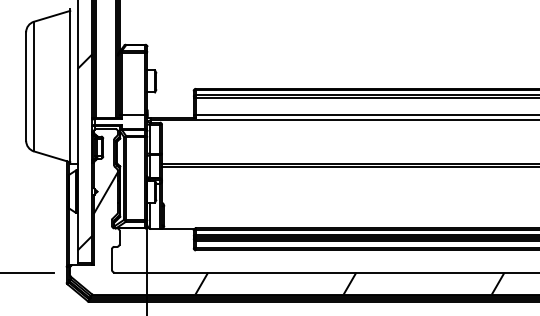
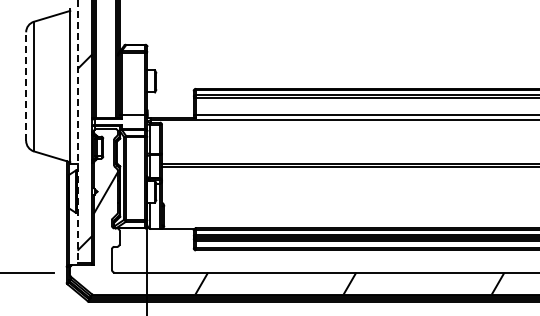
line at (26, 86): solid -> dashed
line at (77, 132): solid -> dashed
